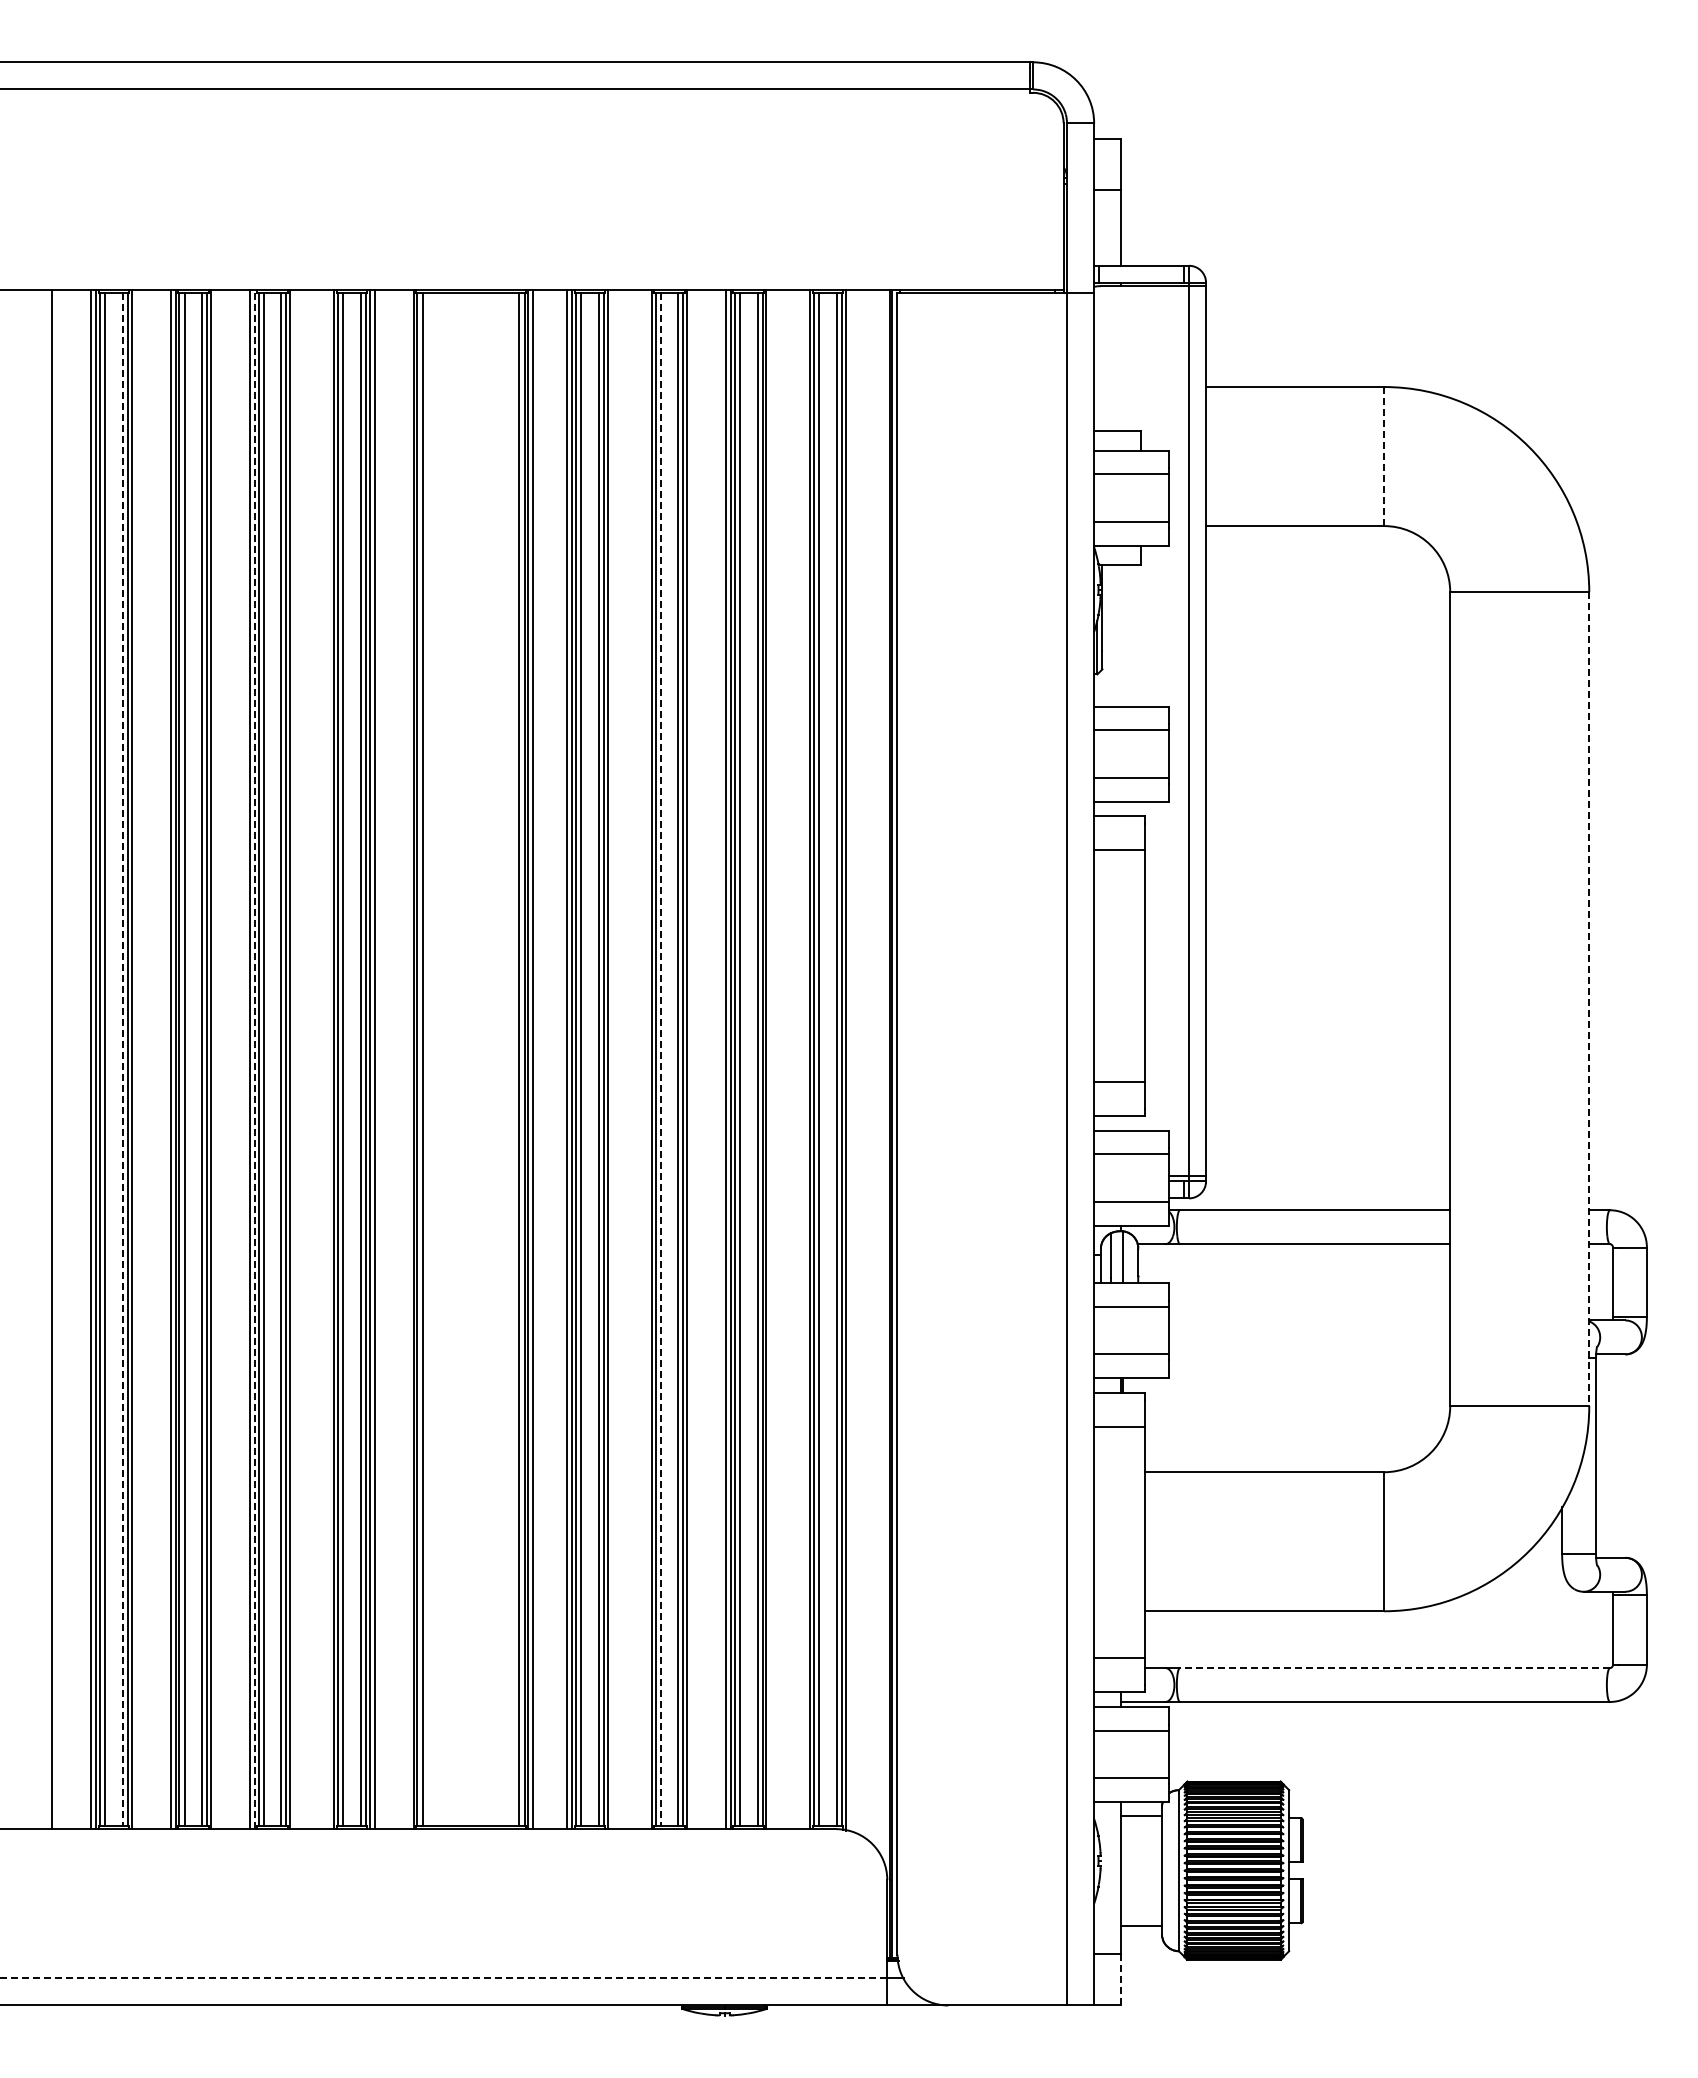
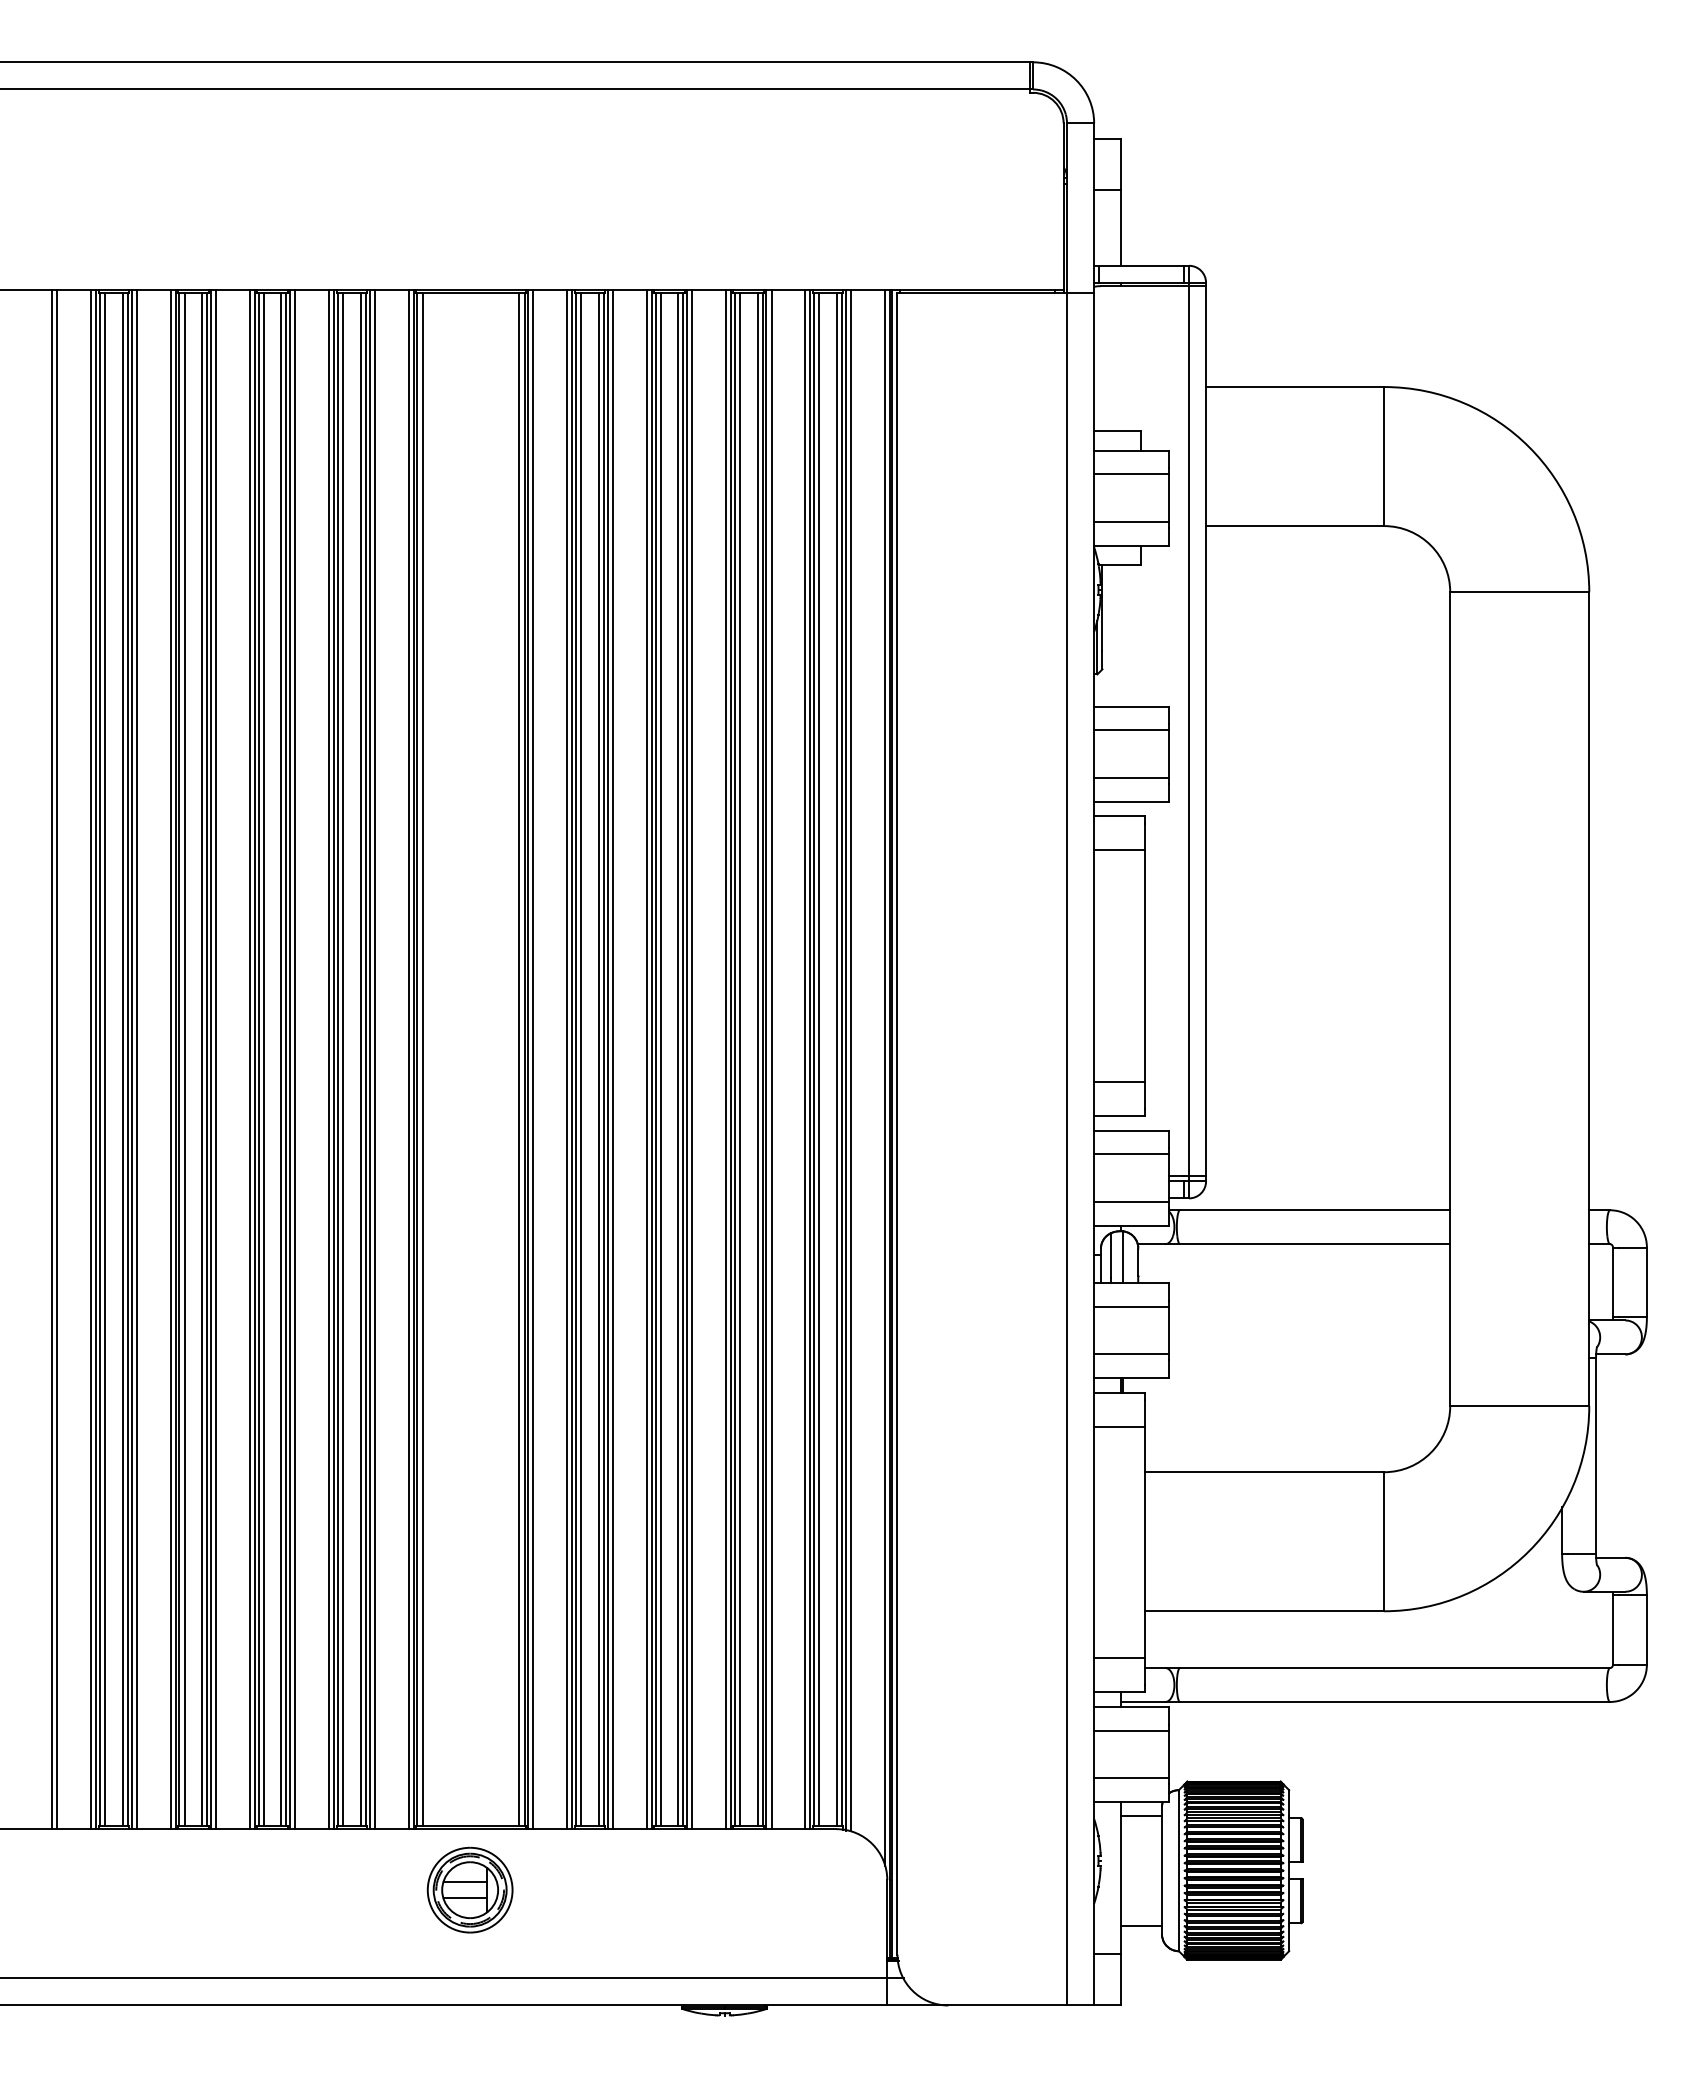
line at (1384, 456): dashed -> solid
line at (1589, 999): dashed -> solid
line at (57, 1059): none -> present
line at (122, 1059): dashed -> solid
line at (136, 1059): none -> present
line at (216, 1059): none -> present
line at (254, 1059): dashed -> solid
line at (295, 1059): none -> present
line at (329, 1059): none -> present
line at (408, 1059): none -> present
line at (612, 1059): none -> present
line at (646, 1059): none -> present
line at (660, 1059): dashed -> solid
line at (692, 1059): none -> present
line at (771, 1059): none -> present
line at (805, 1059): none -> present
line at (850, 1060): none -> present
line at (885, 1077): none -> present
line at (1394, 1668): dashed -> solid
part at (469, 1889): none -> present
line at (443, 1978): dashed -> solid
line at (1121, 1979): dashed -> solid
